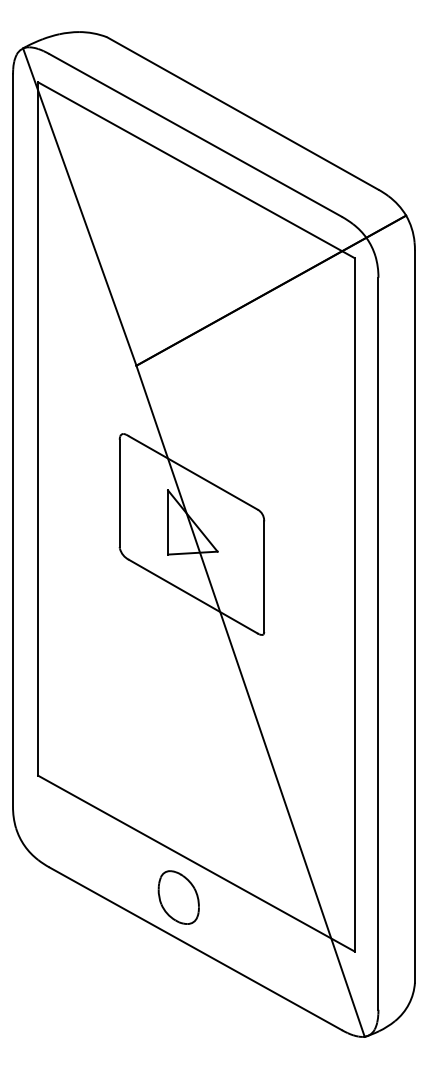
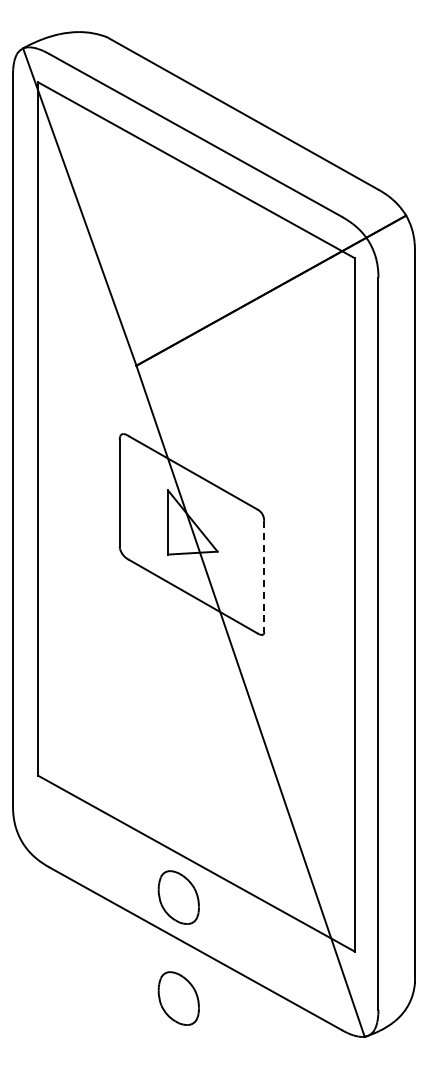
line at (264, 577): solid -> dashed
part at (178, 998): none -> present
